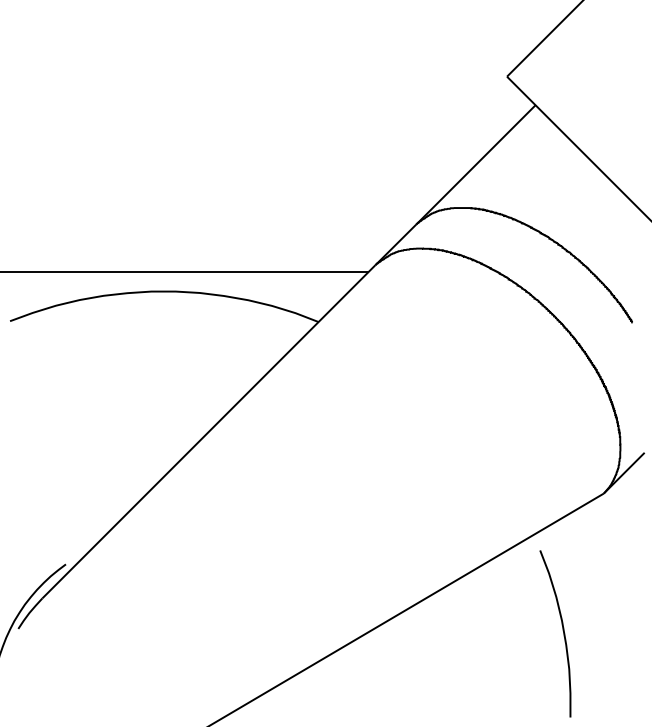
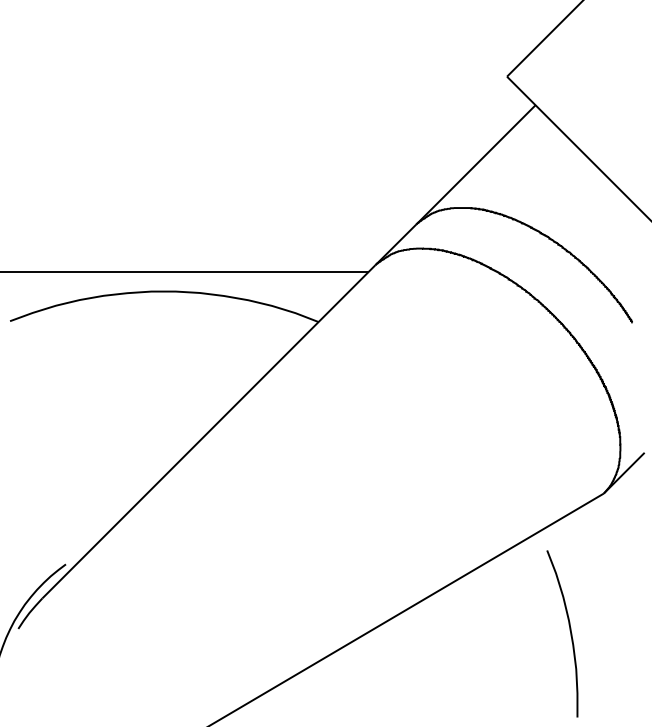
curve at (562, 630) position: (562, 630) -> (569, 630)
